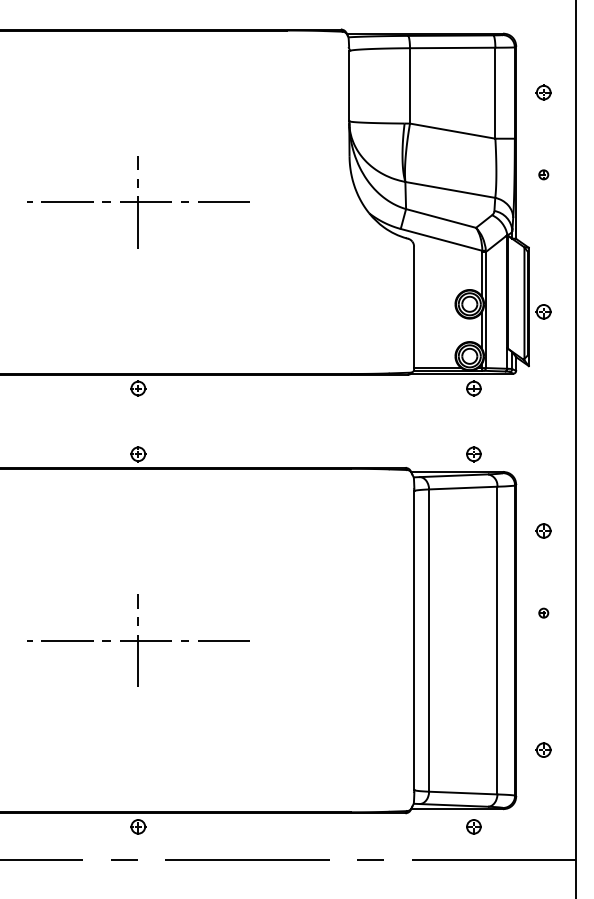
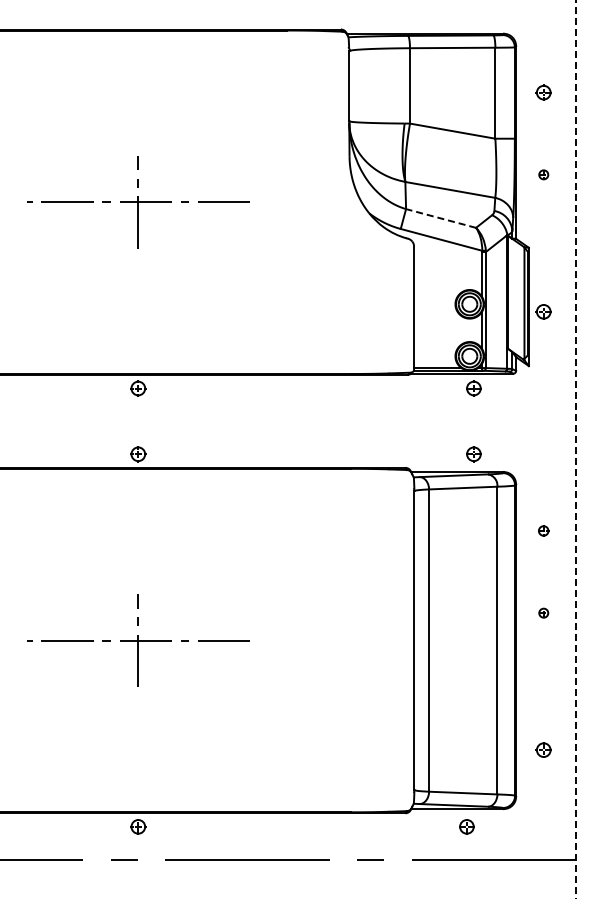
line at (440, 218): solid -> dashed
line at (576, 449): solid -> dashed
part at (543, 530) size: 17x16 px -> 12x12 px
part at (473, 826) position: (473, 826) -> (466, 826)
